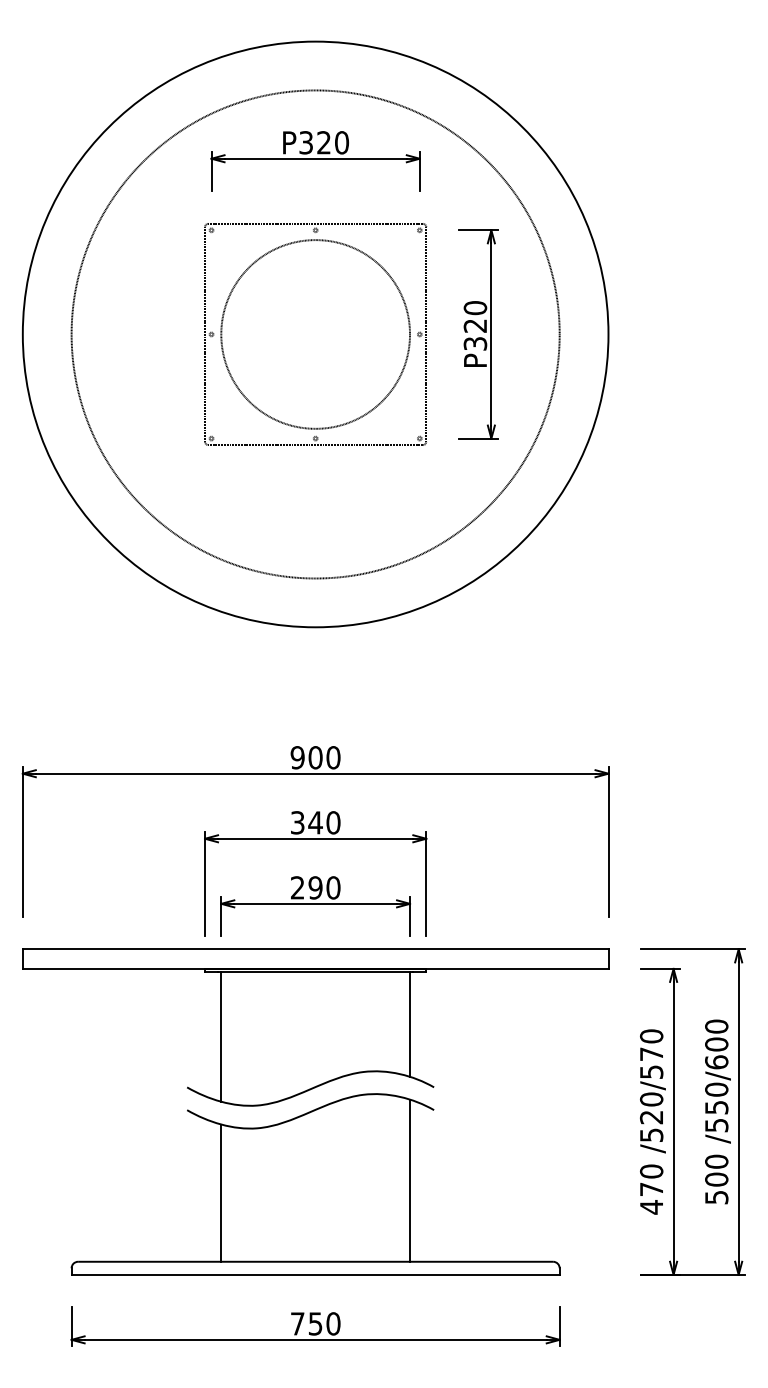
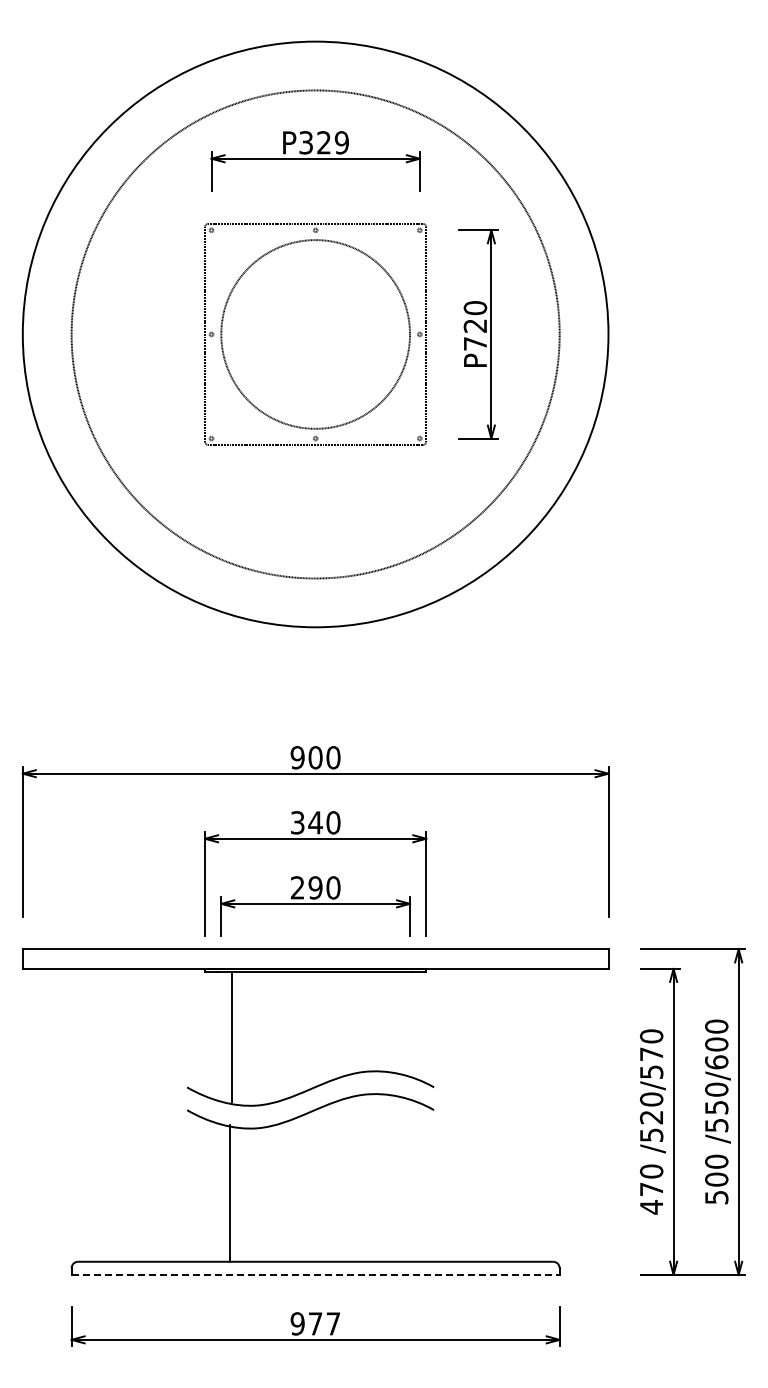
text at (341, 142): P320 -> P329
text at (475, 343): P320 -> P720
line at (410, 1024): present -> none
line at (221, 1036) position: (221, 1036) -> (232, 1036)
line at (410, 1180): present -> none
line at (221, 1192) position: (221, 1192) -> (230, 1192)
line at (316, 1274): solid -> dashed
text at (315, 1323): 750 -> 977
